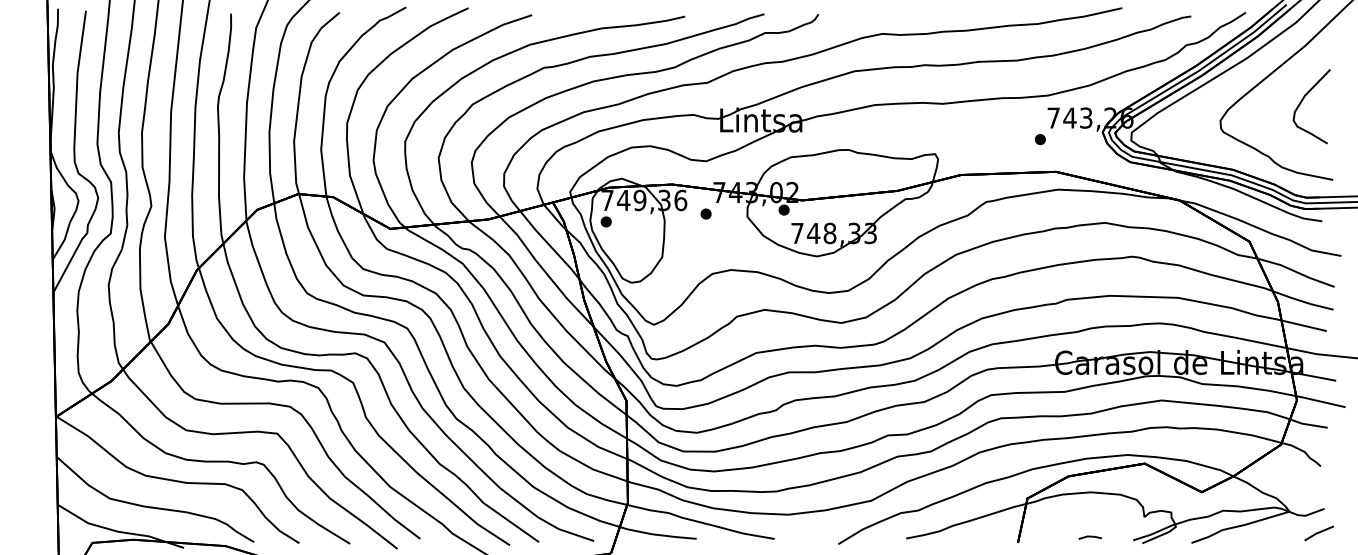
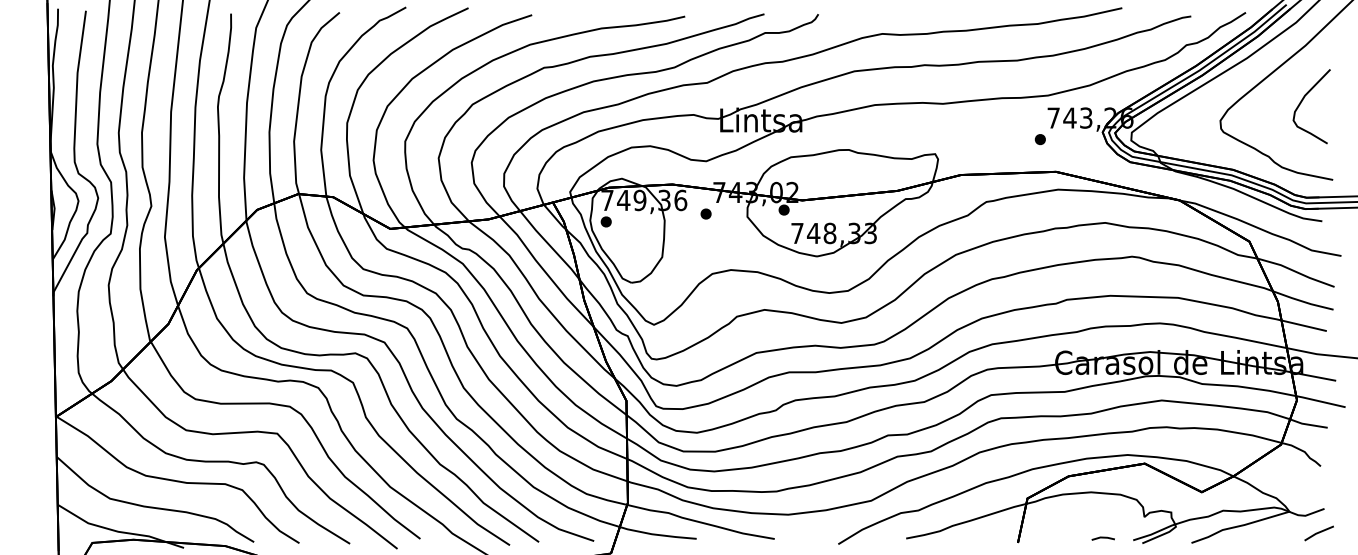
line at (1089, 537) position: (1089, 537) -> (1102, 538)
